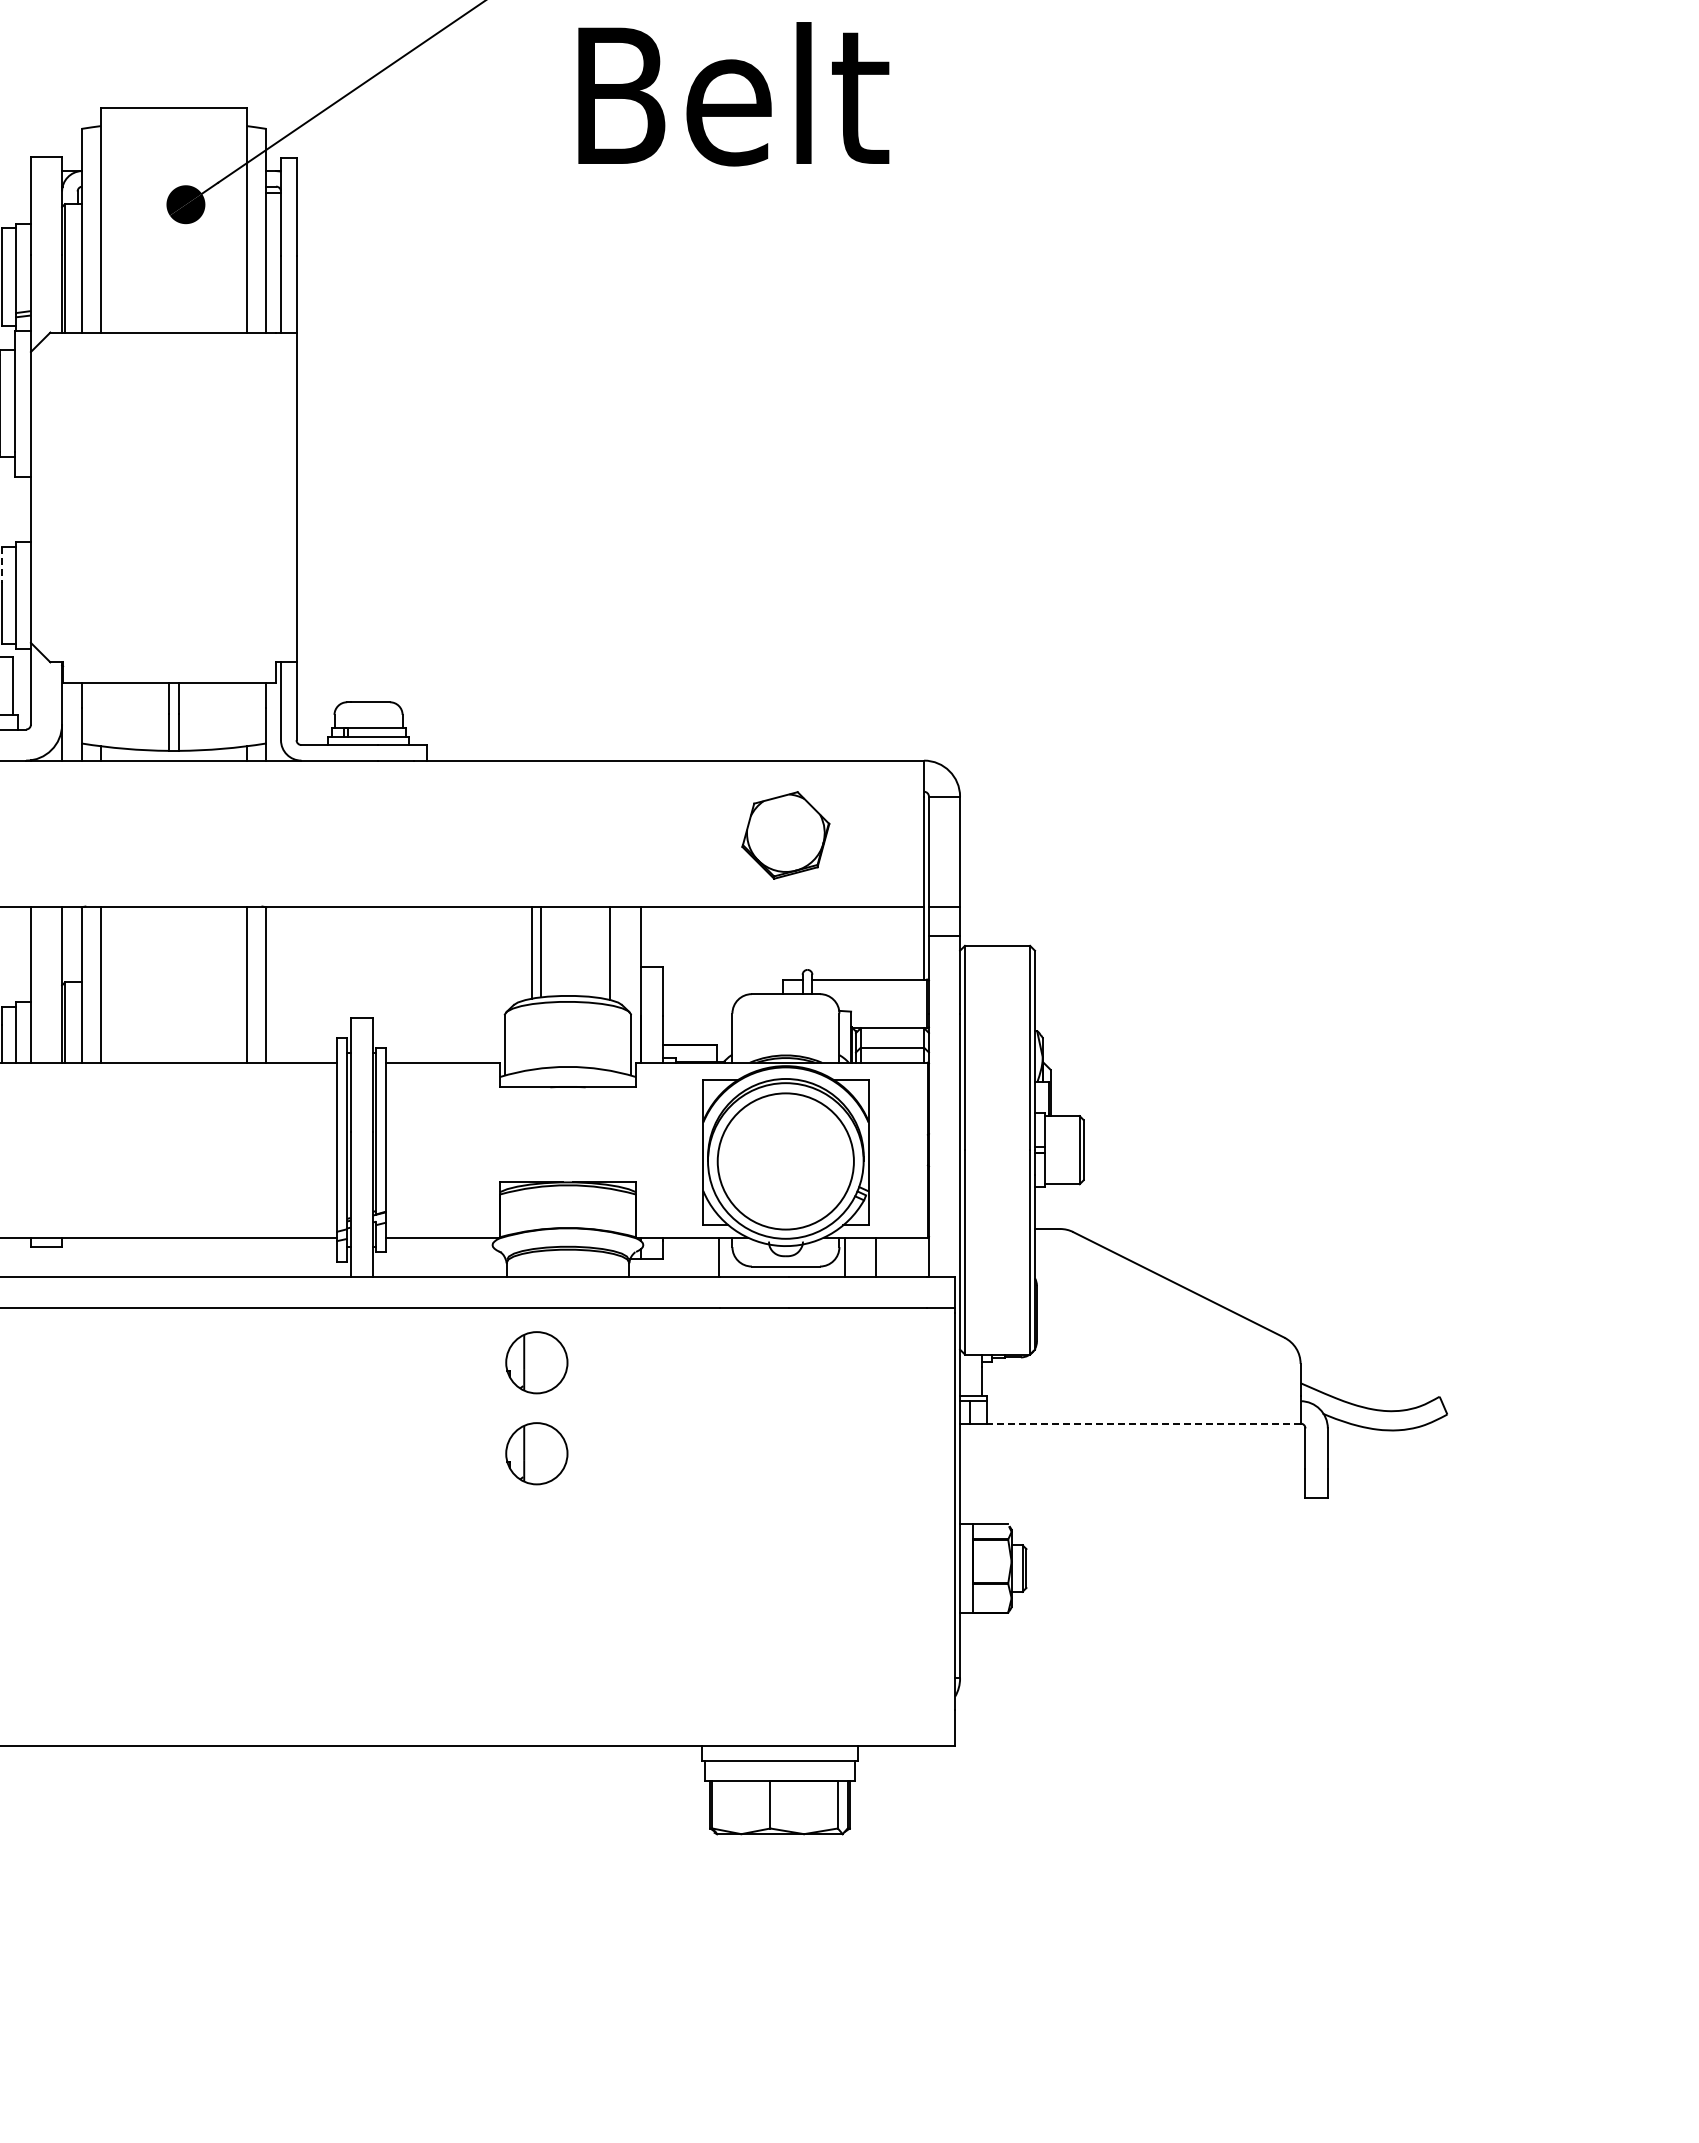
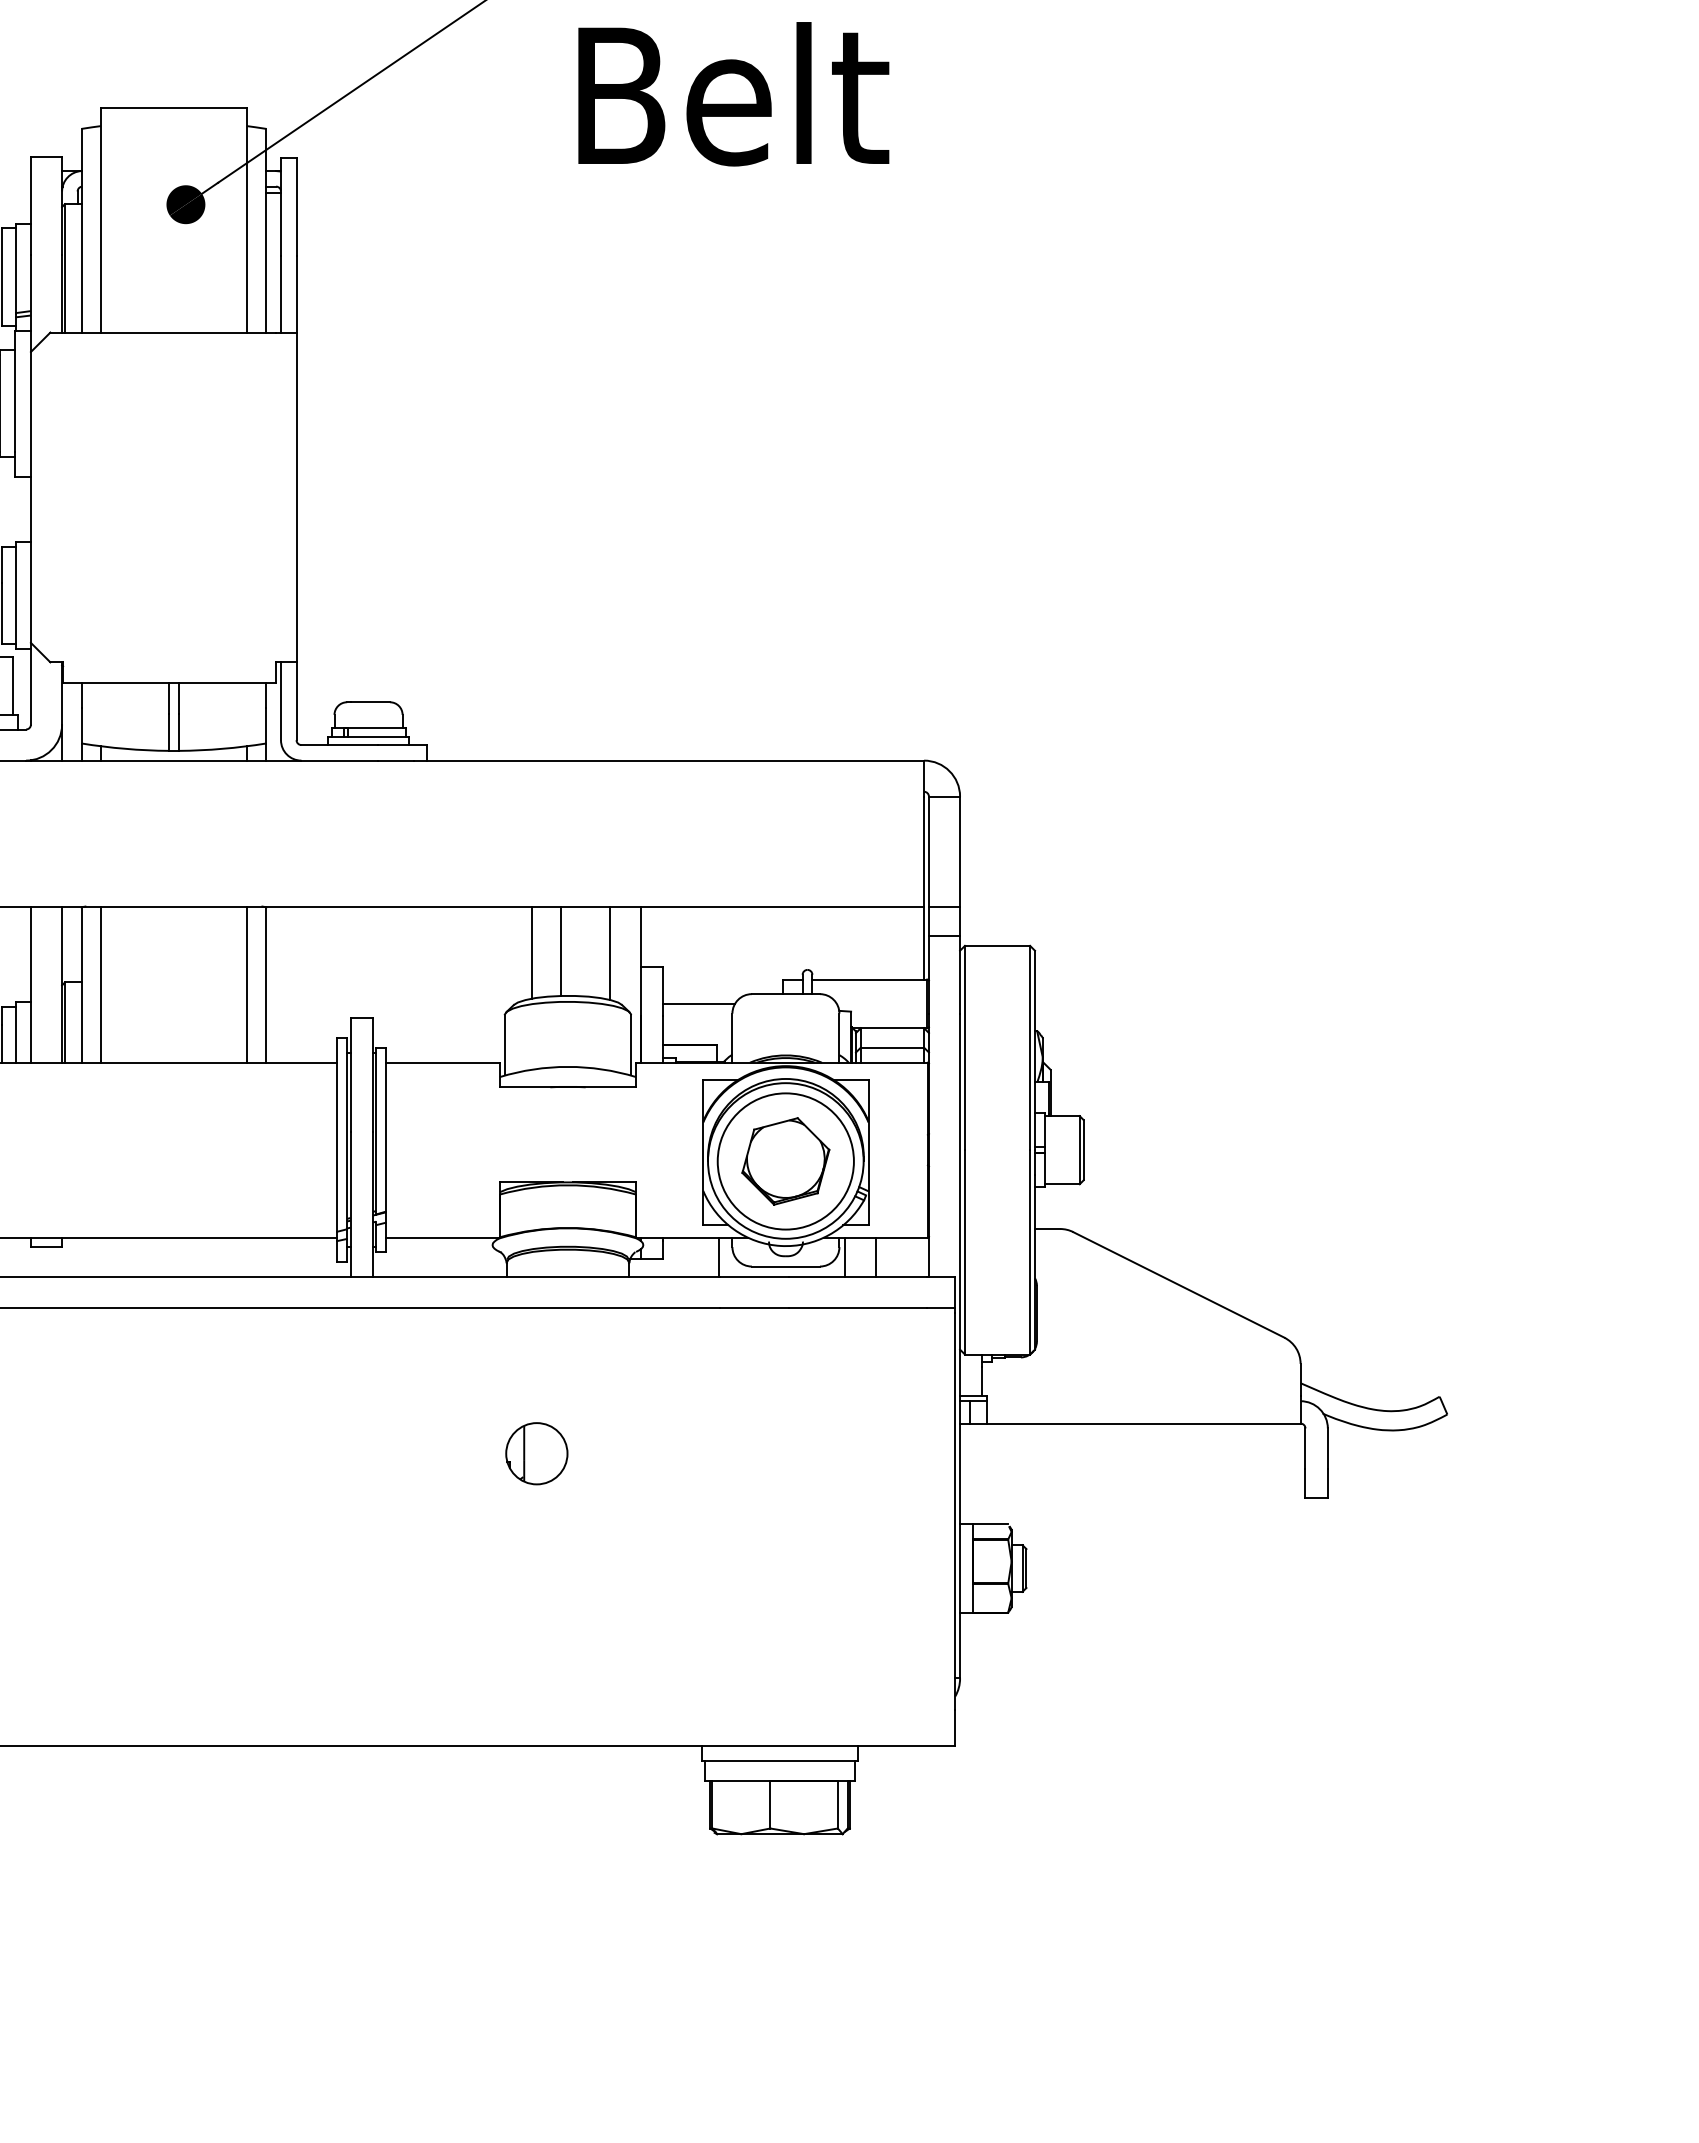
line at (1, 565): dashed -> solid
part at (785, 835) position: (785, 835) -> (785, 1161)
line at (541, 950) position: (541, 950) -> (561, 950)
line at (698, 1003): none -> present
part at (536, 1362): present -> none
line at (1143, 1423): dashed -> solid
